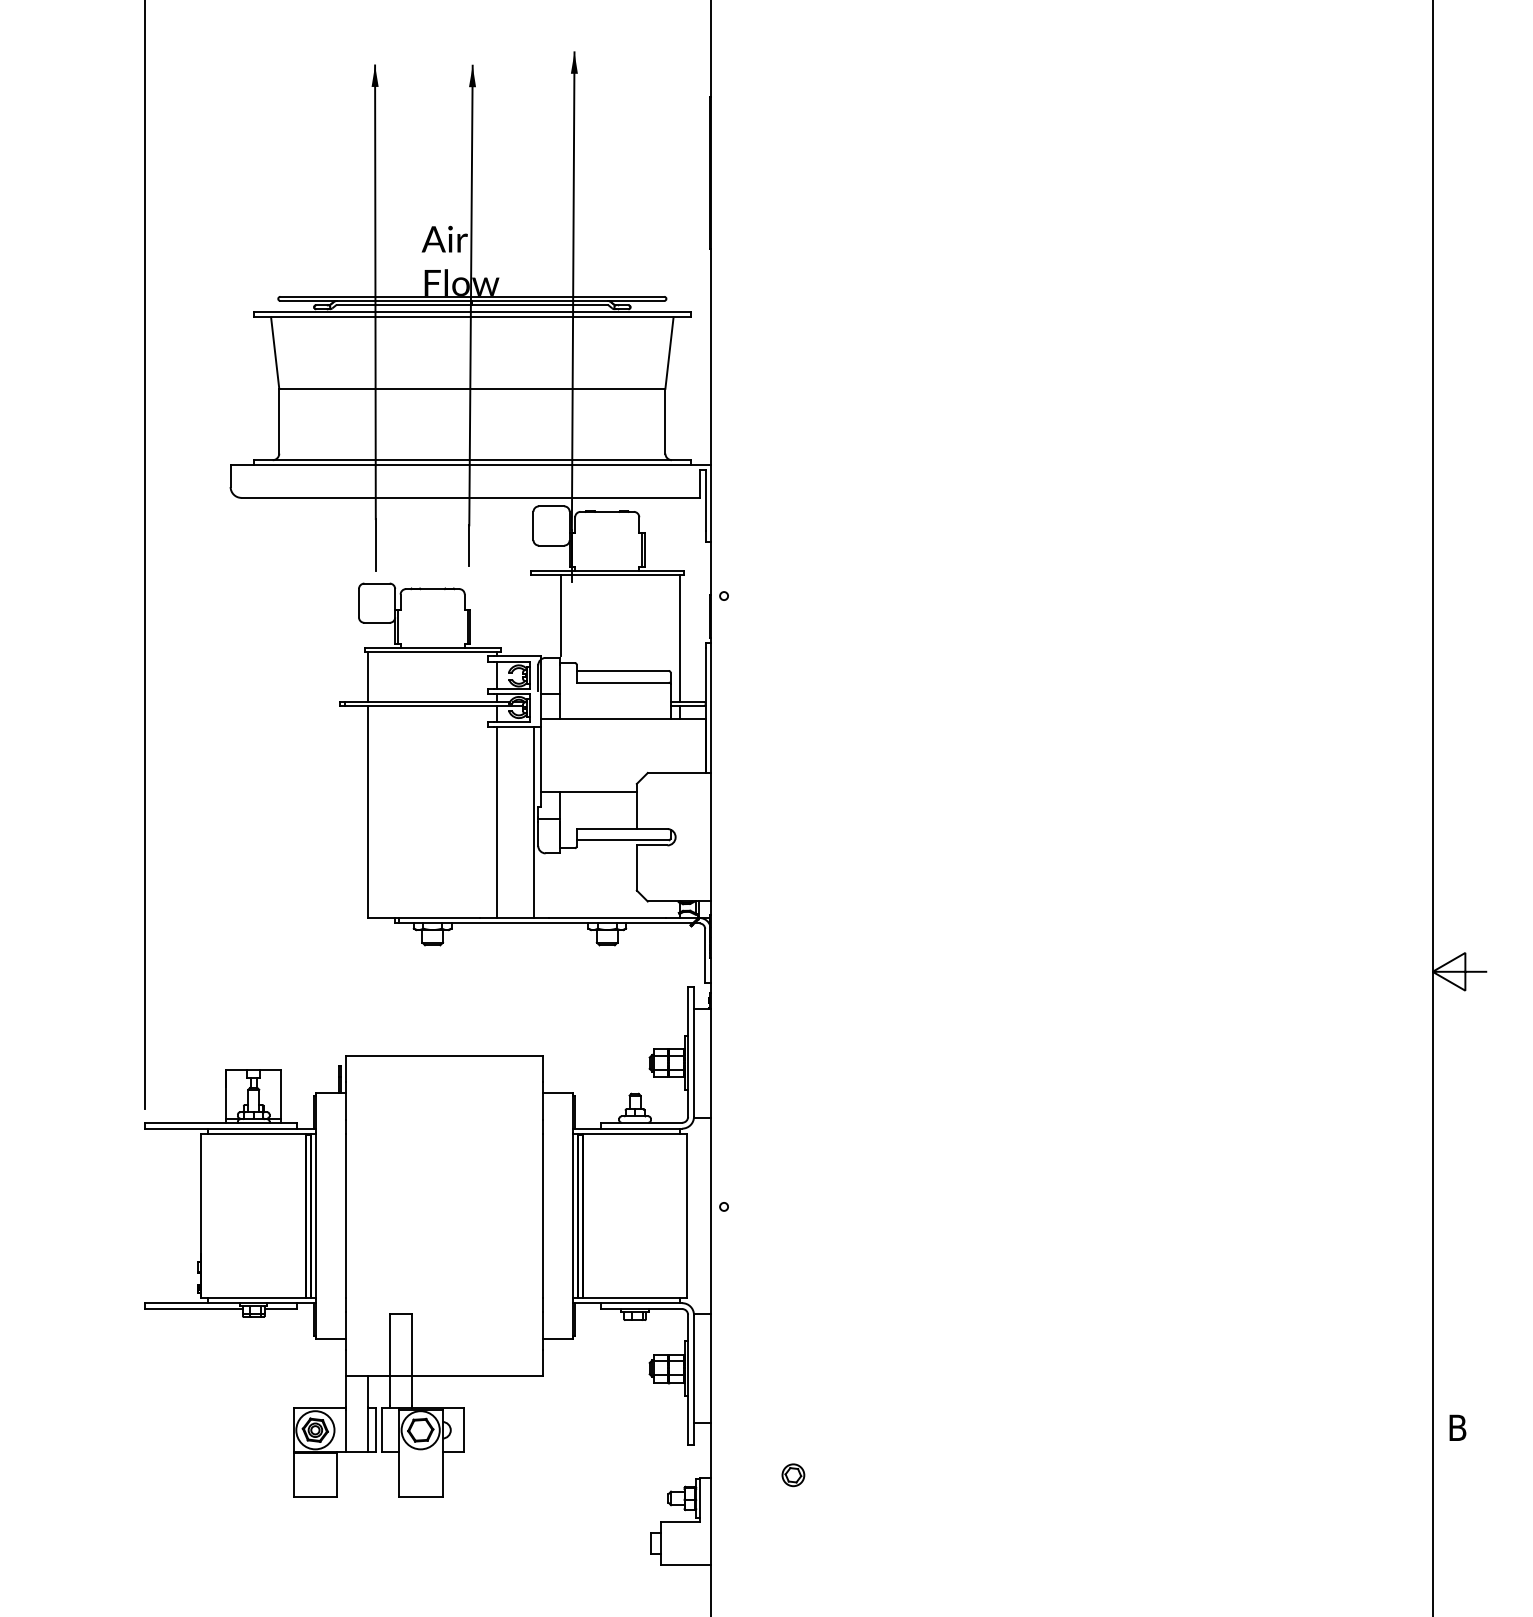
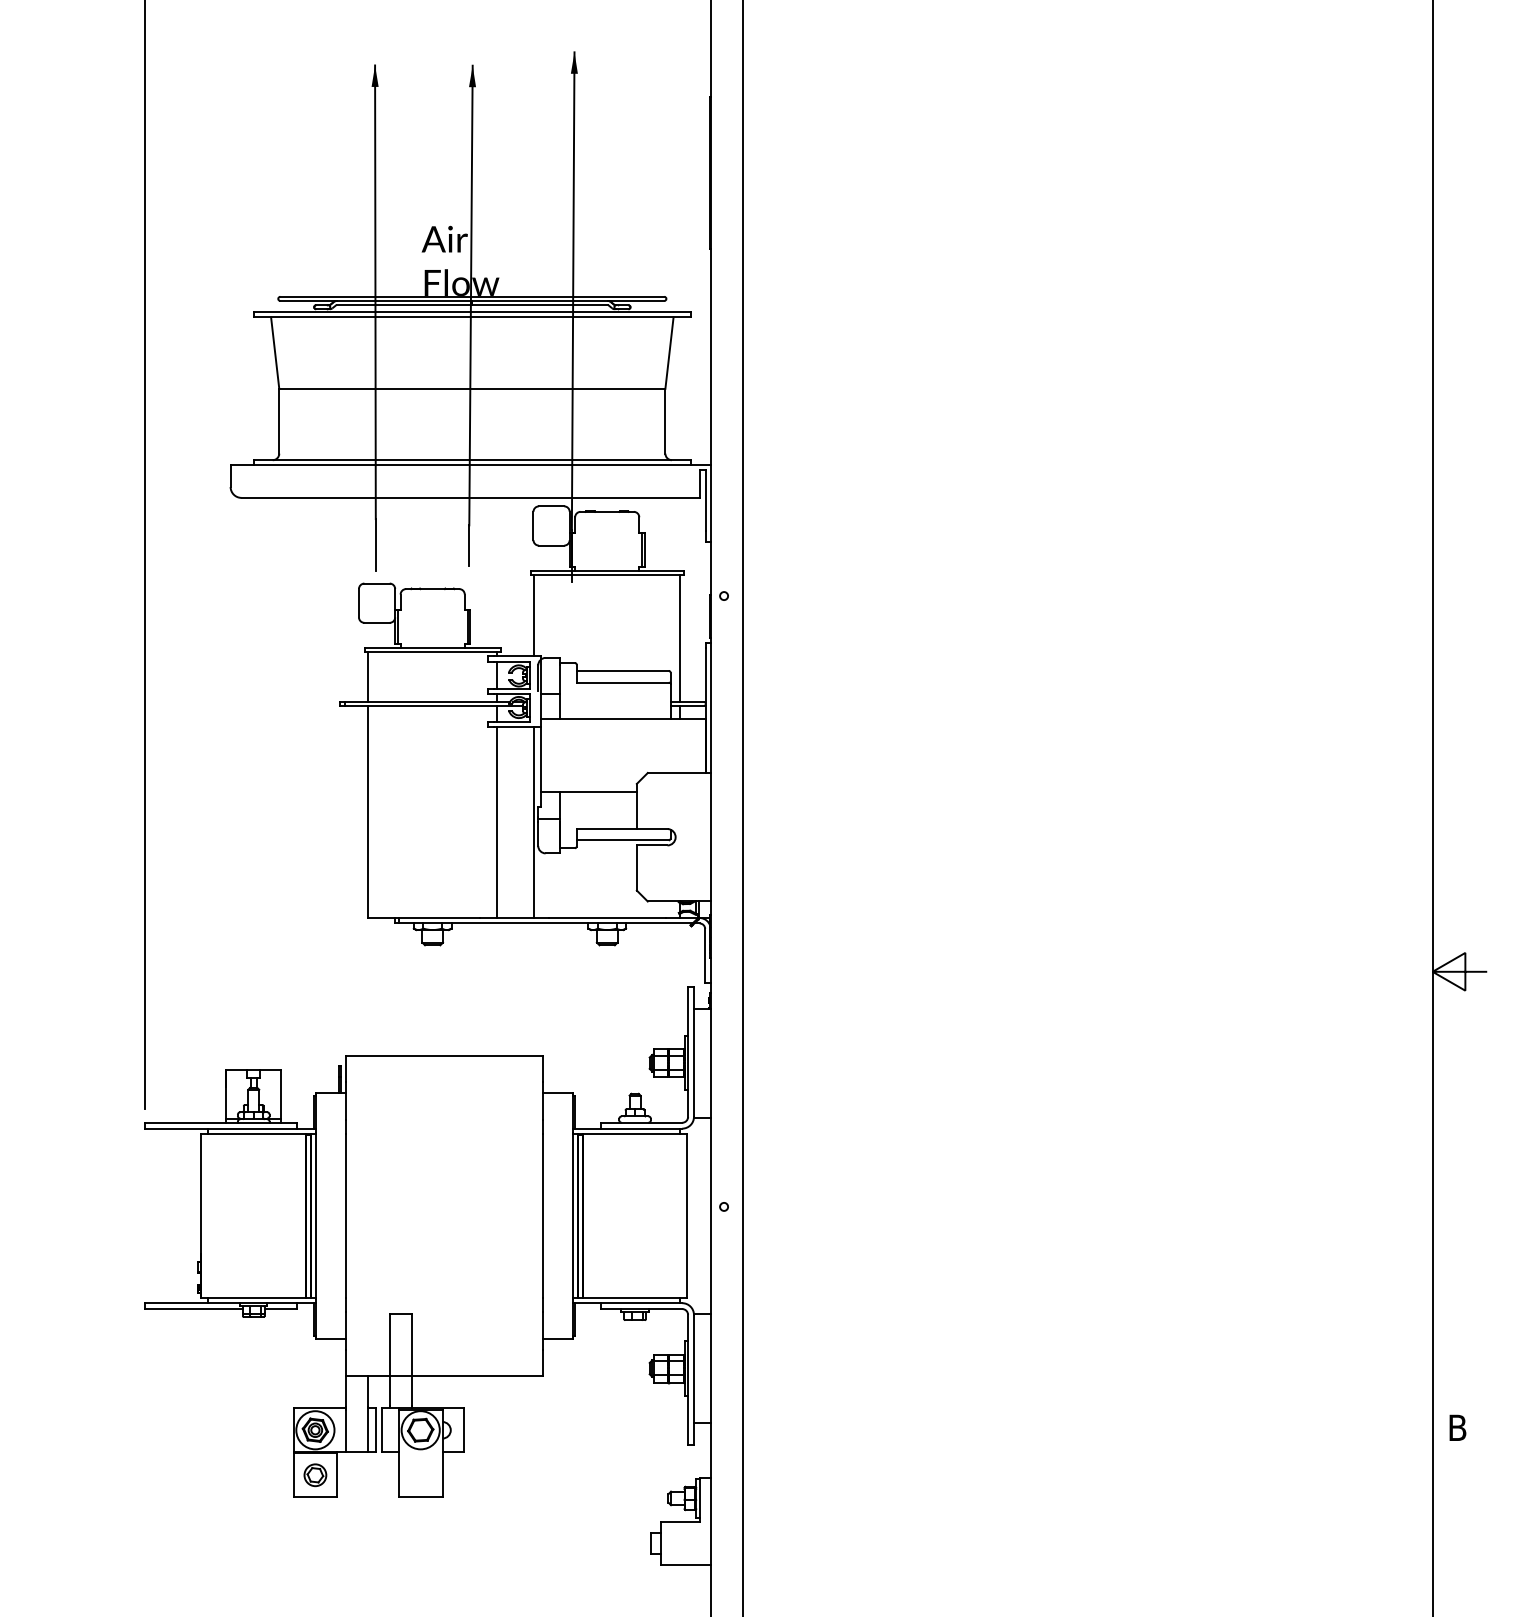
line at (561, 615) position: (561, 615) -> (534, 615)
line at (743, 807): none -> present
part at (793, 1475) position: (793, 1475) -> (315, 1475)
